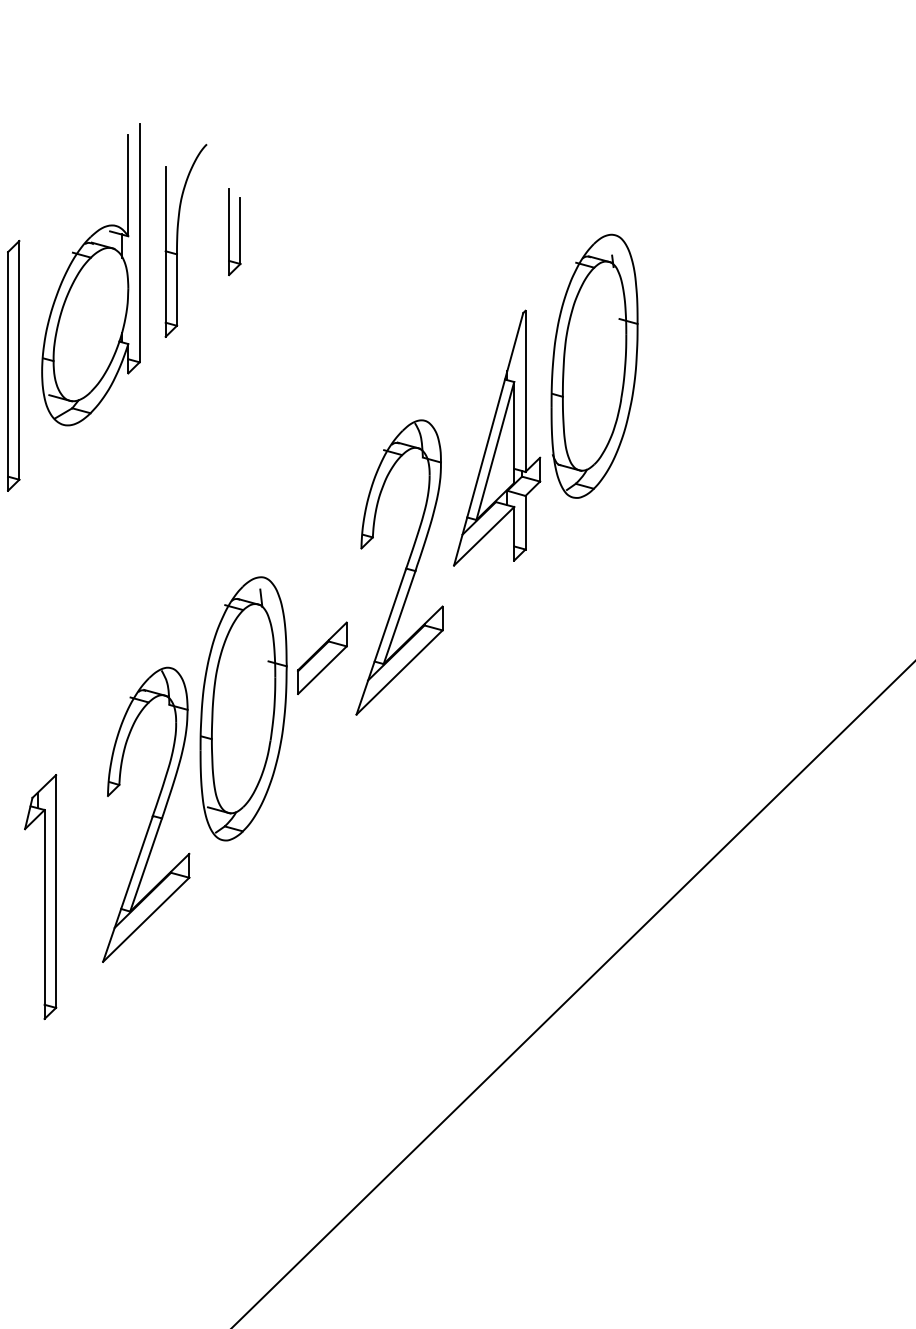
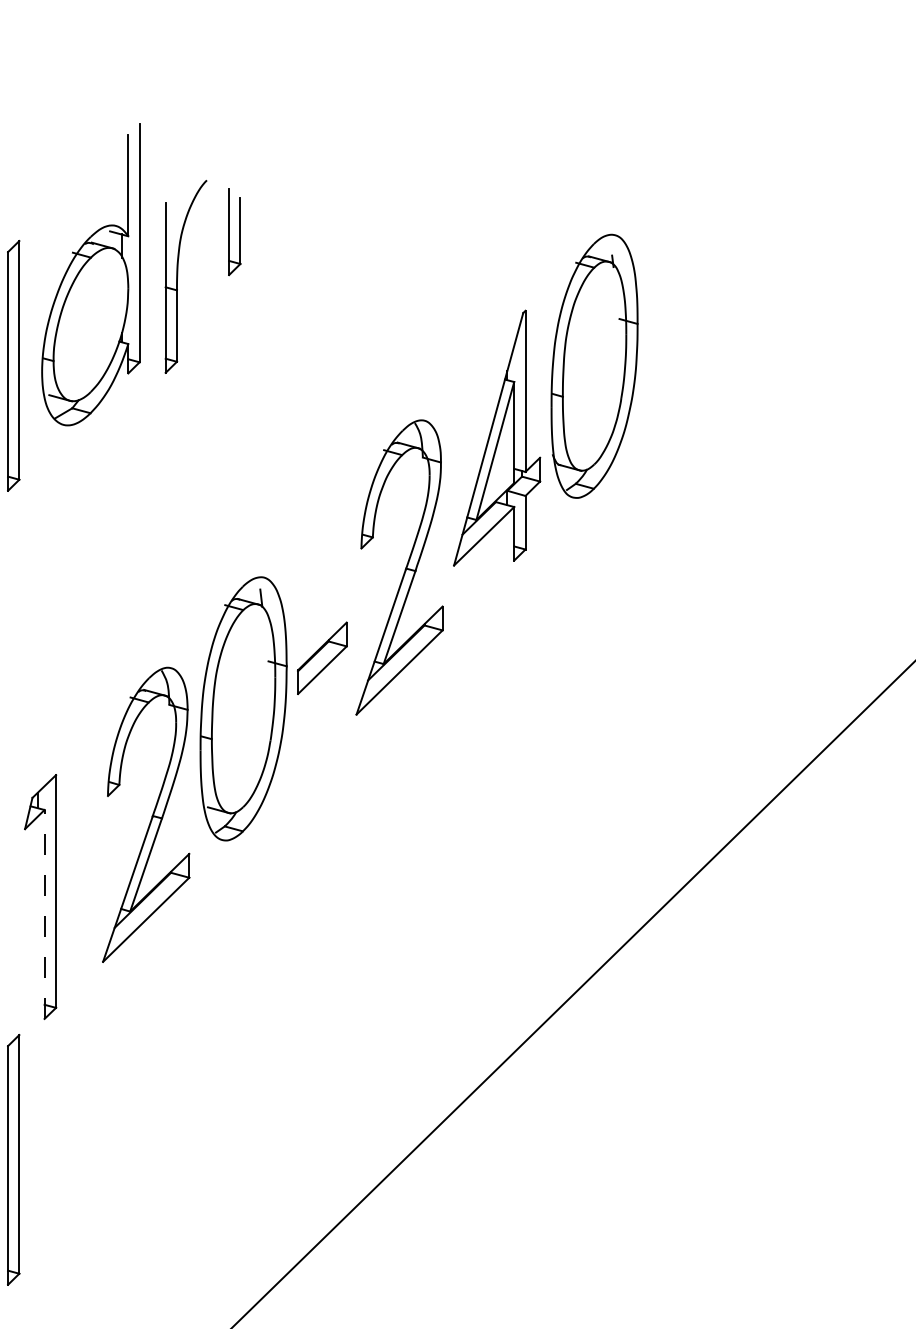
part at (178, 240) position: (178, 240) -> (178, 276)
line at (44, 913): solid -> dashed
part at (13, 1159): none -> present
